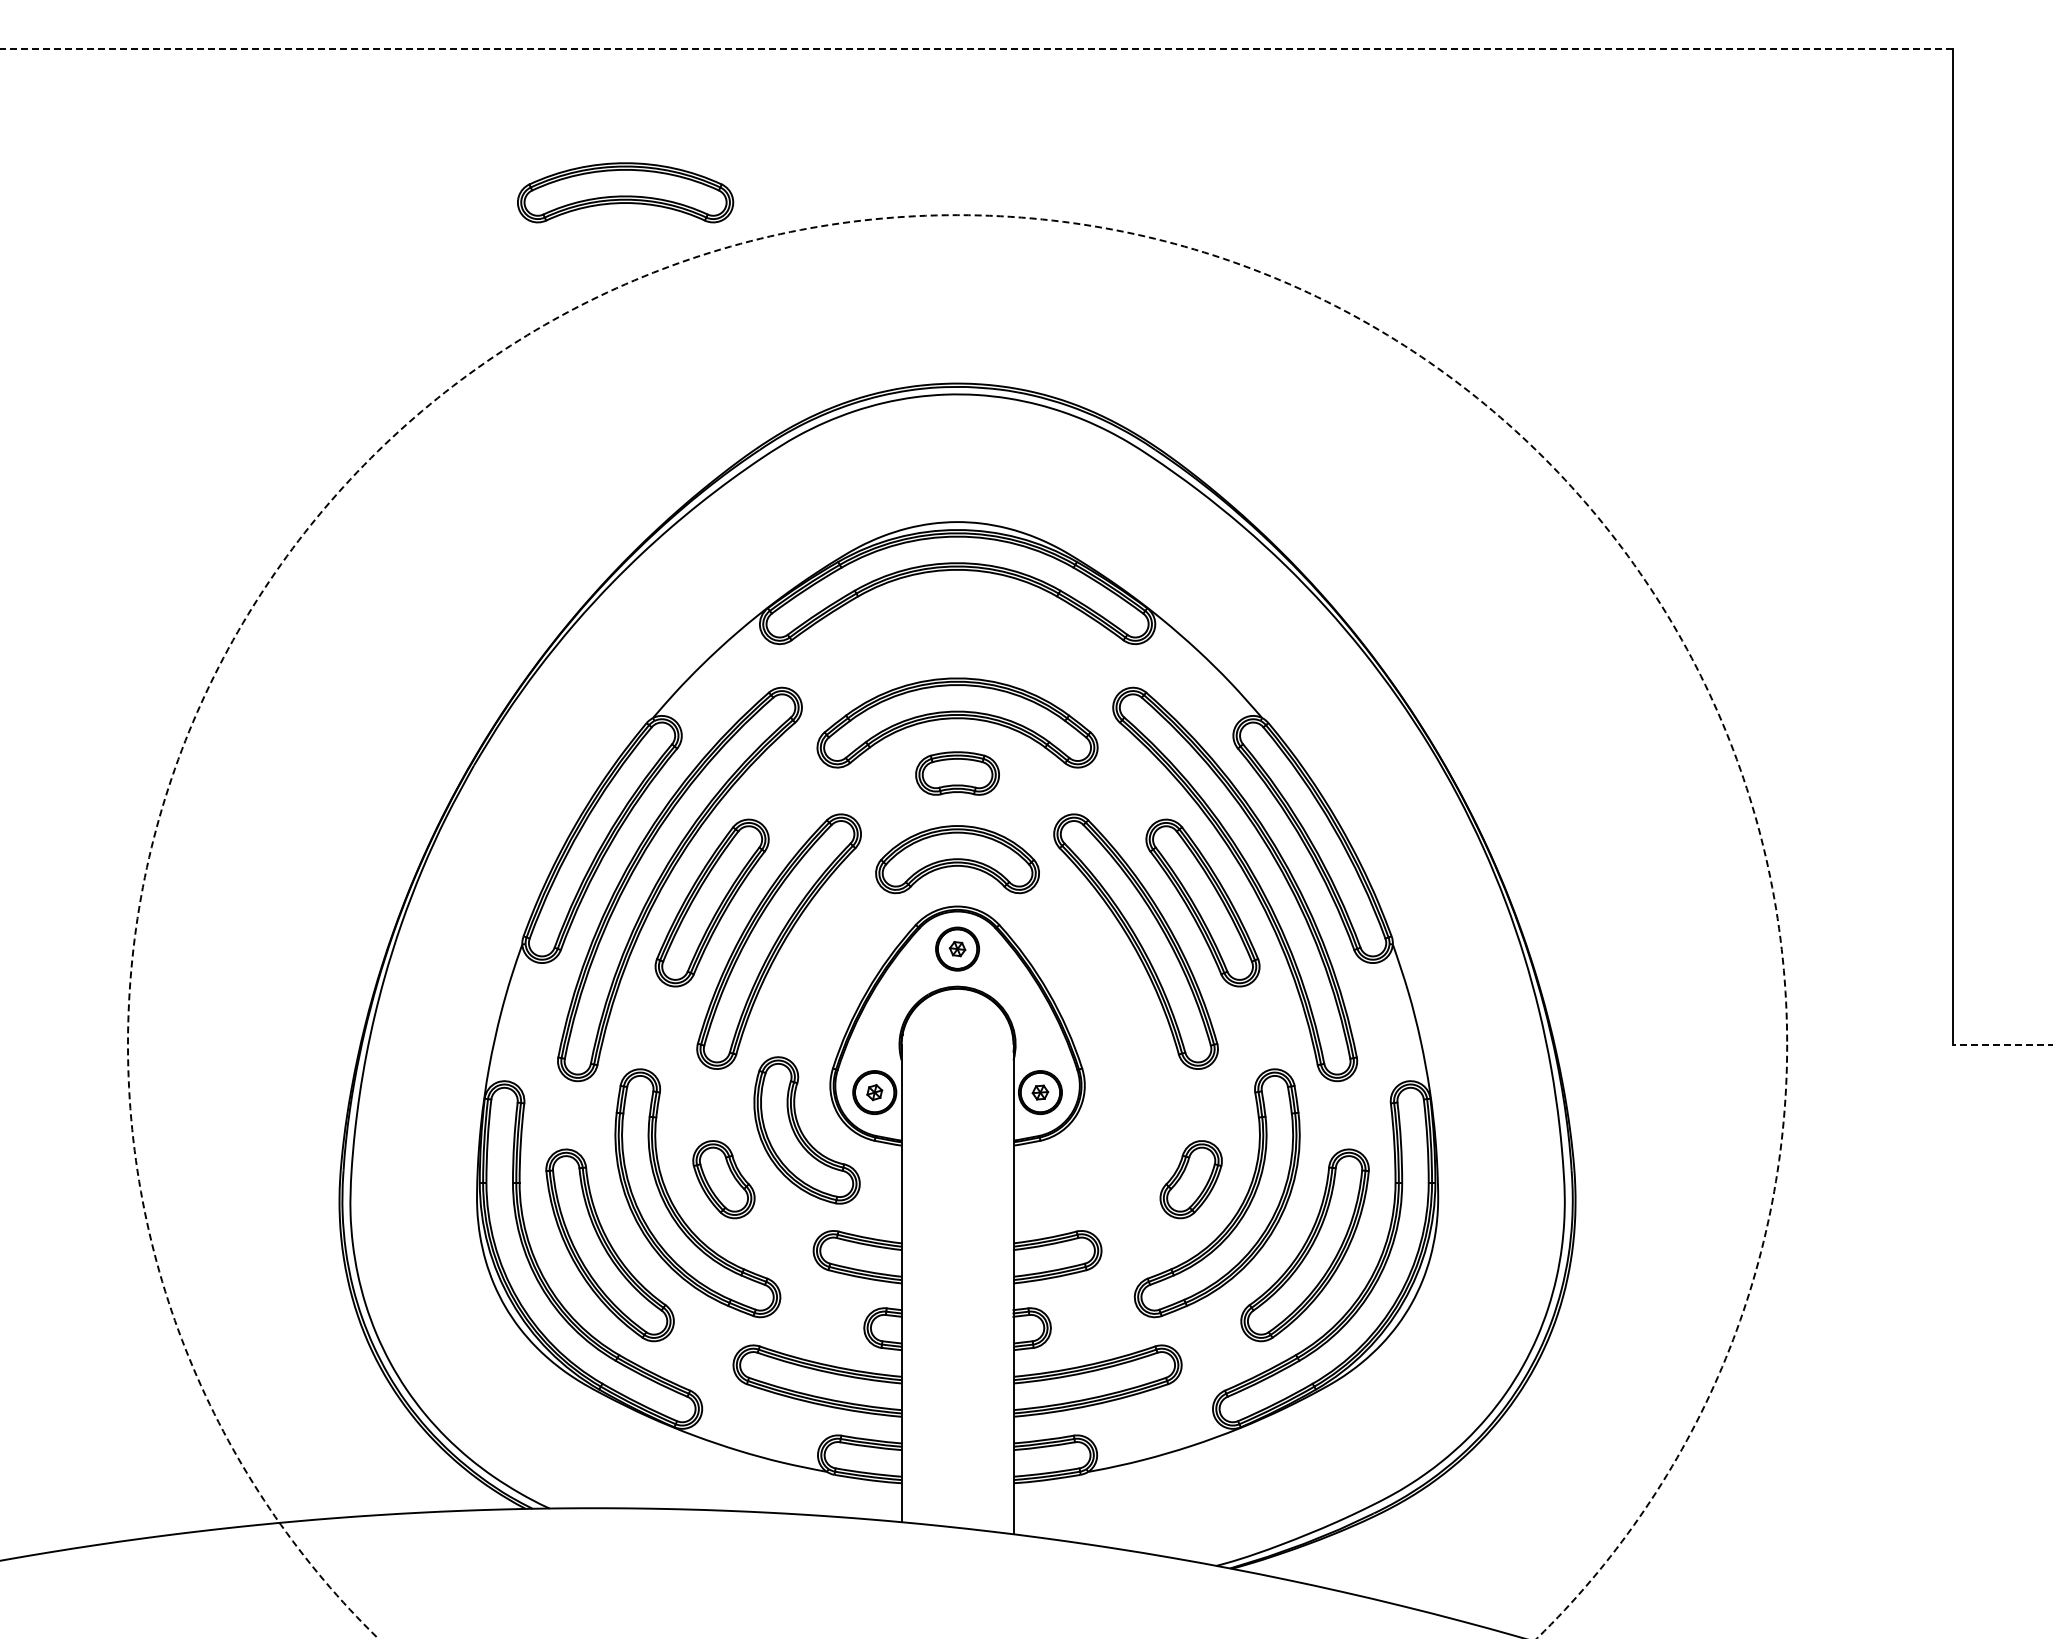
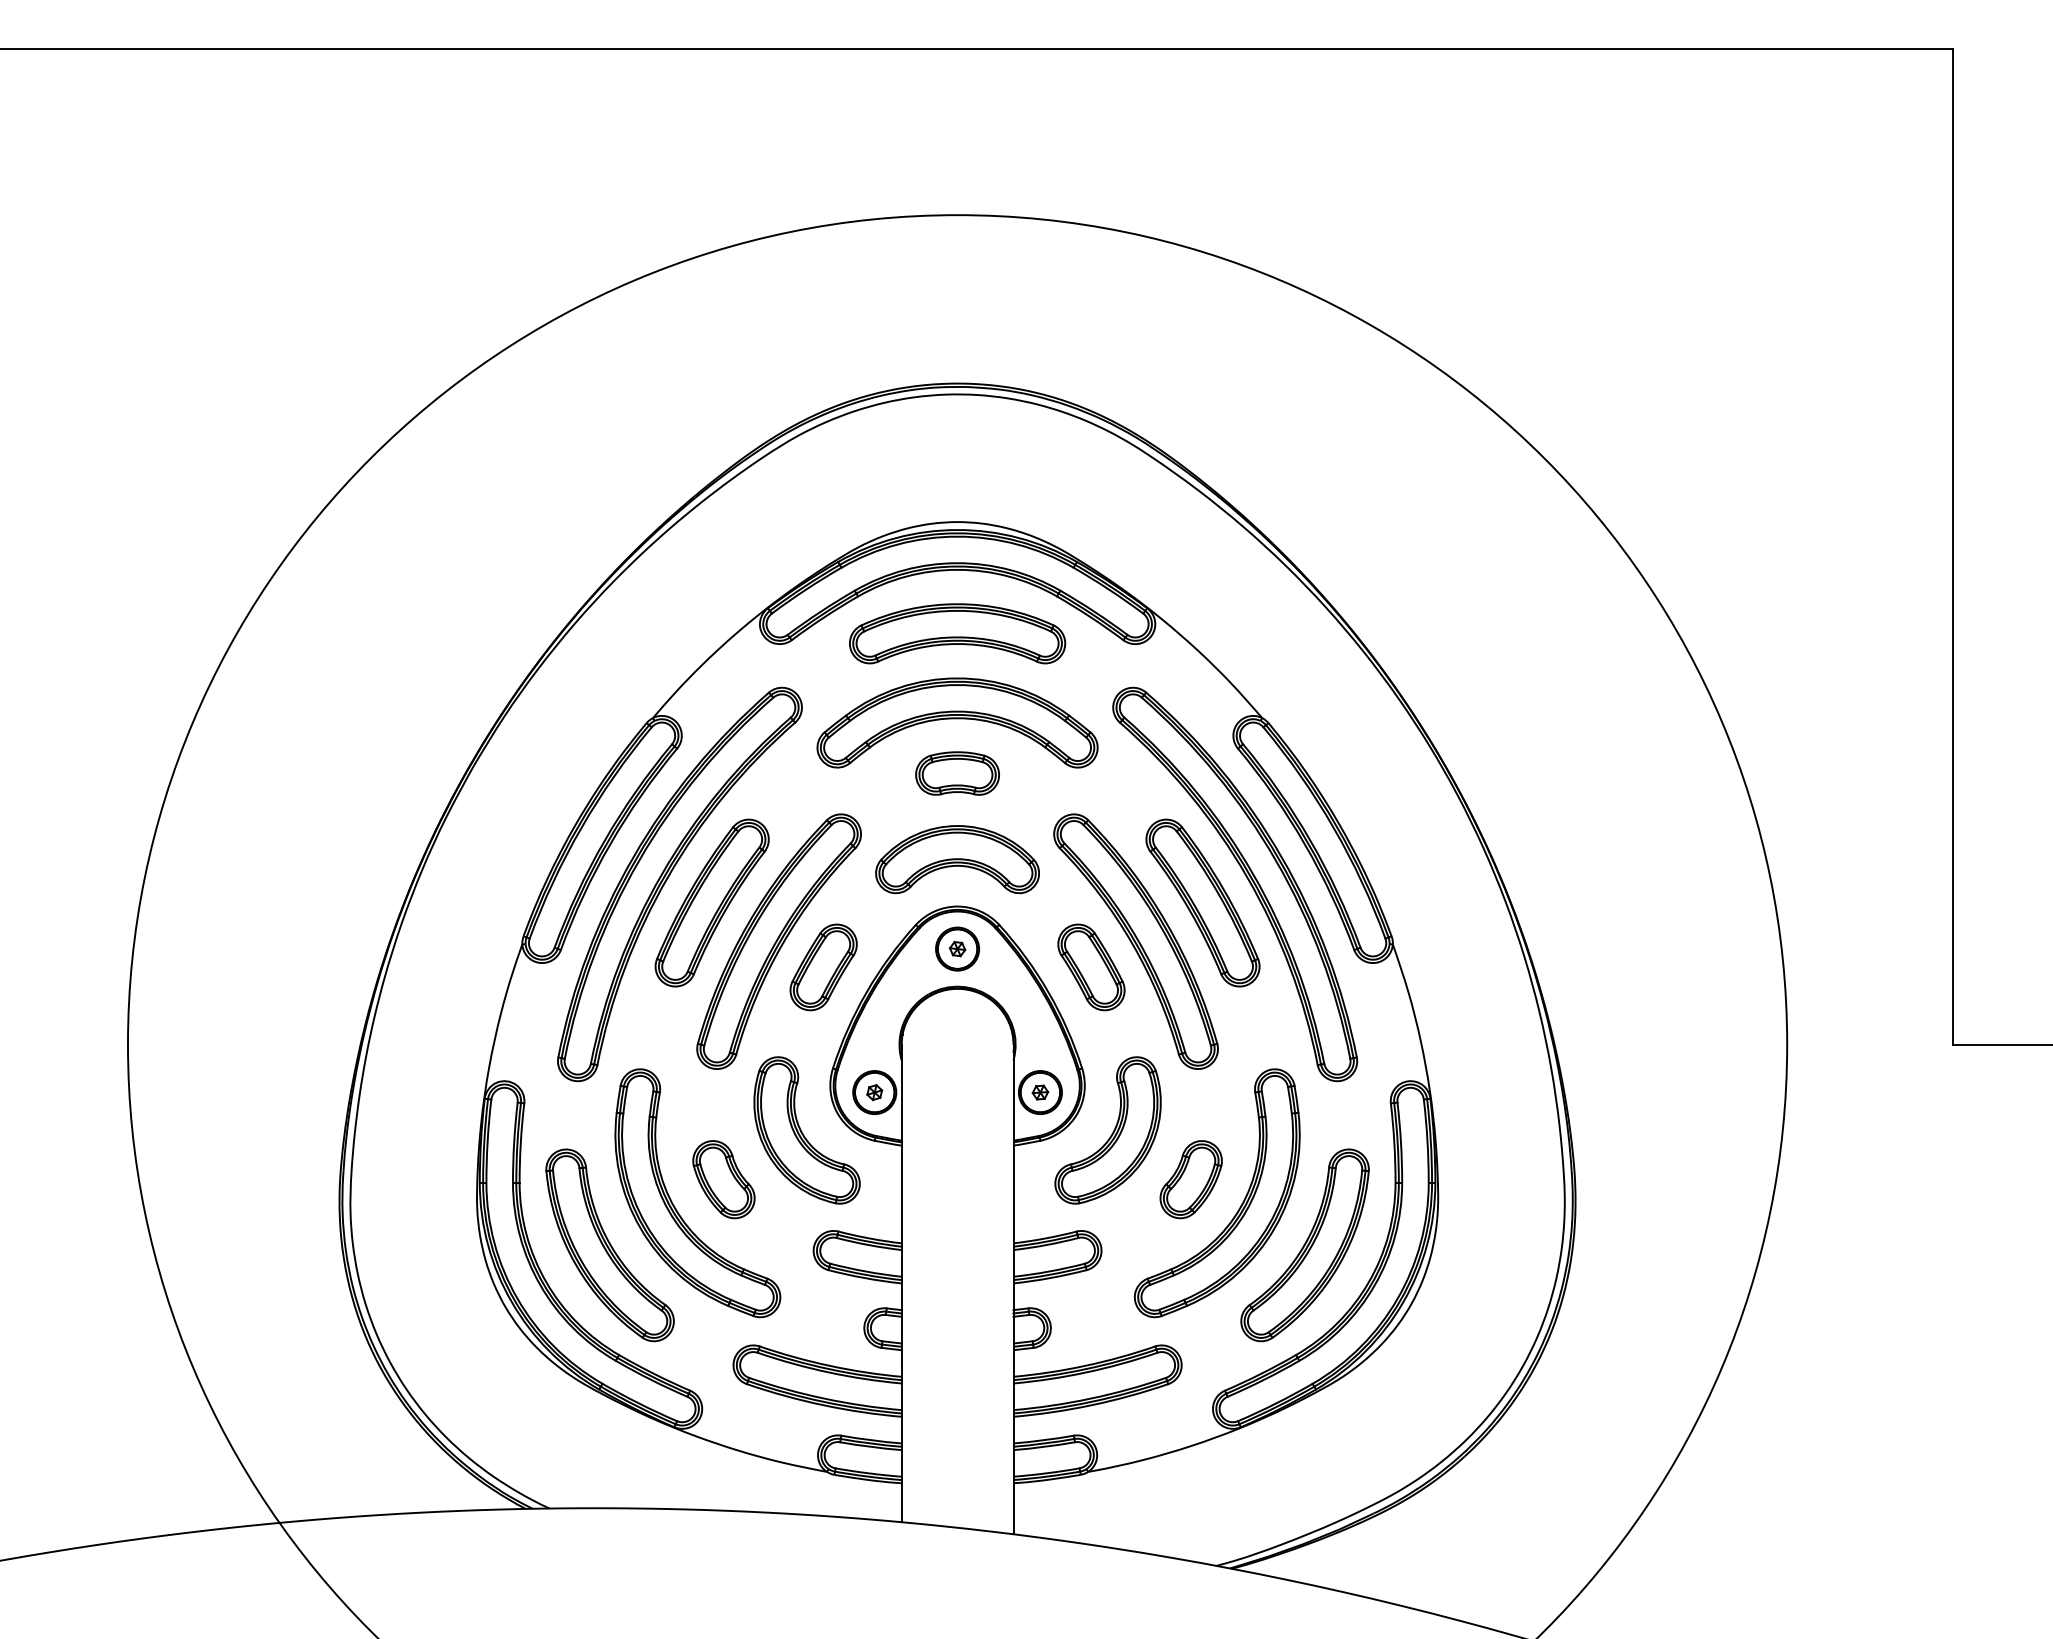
line at (976, 49): dashed -> solid
part at (625, 192) position: (625, 192) -> (957, 633)
circle at (957, 926): dashed -> solid
part at (823, 967): none -> present
part at (1091, 967): none -> present
line at (2002, 1044): dashed -> solid
part at (1107, 1130): none -> present
